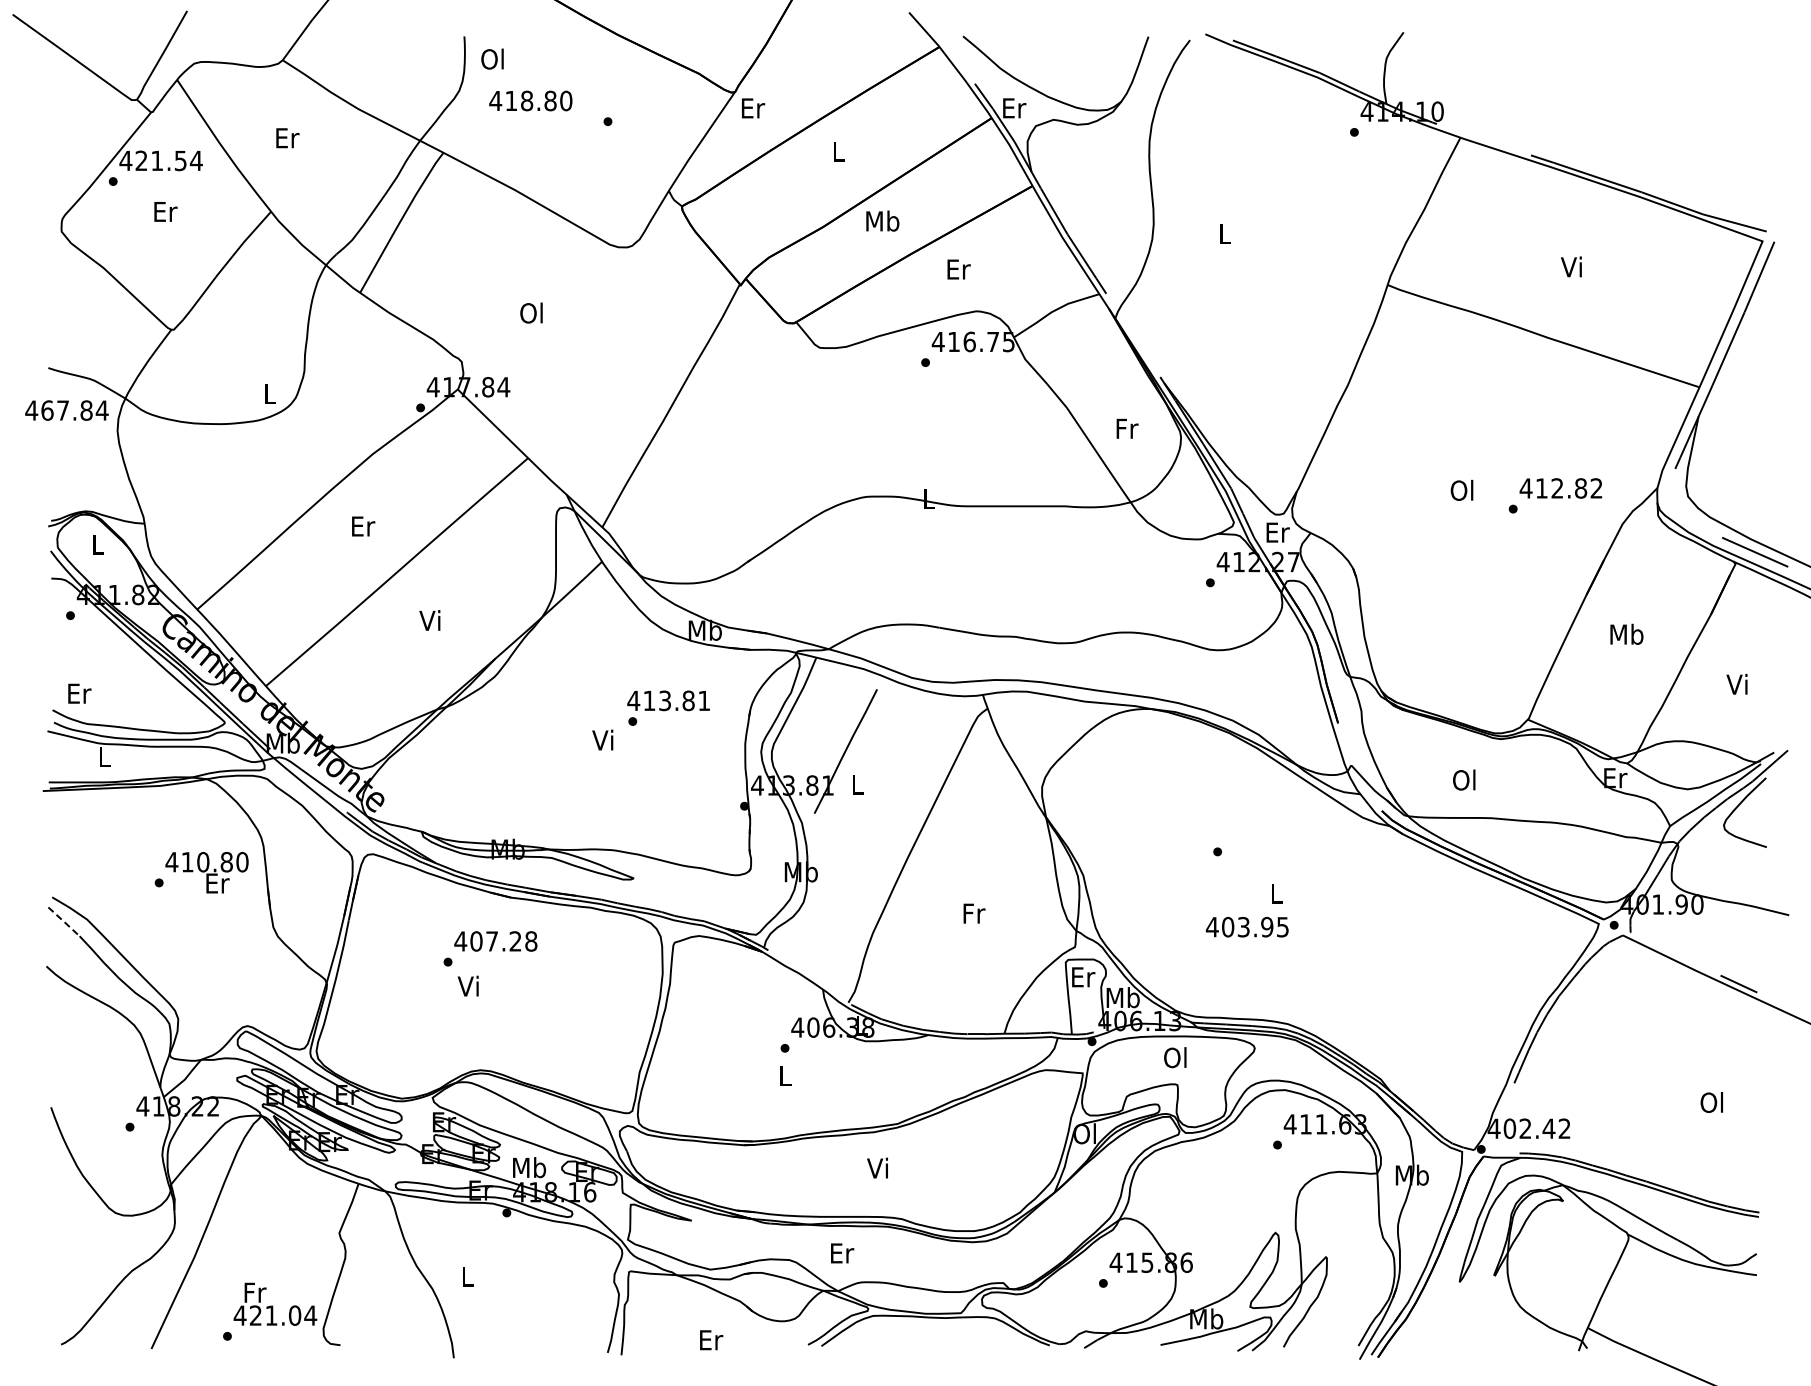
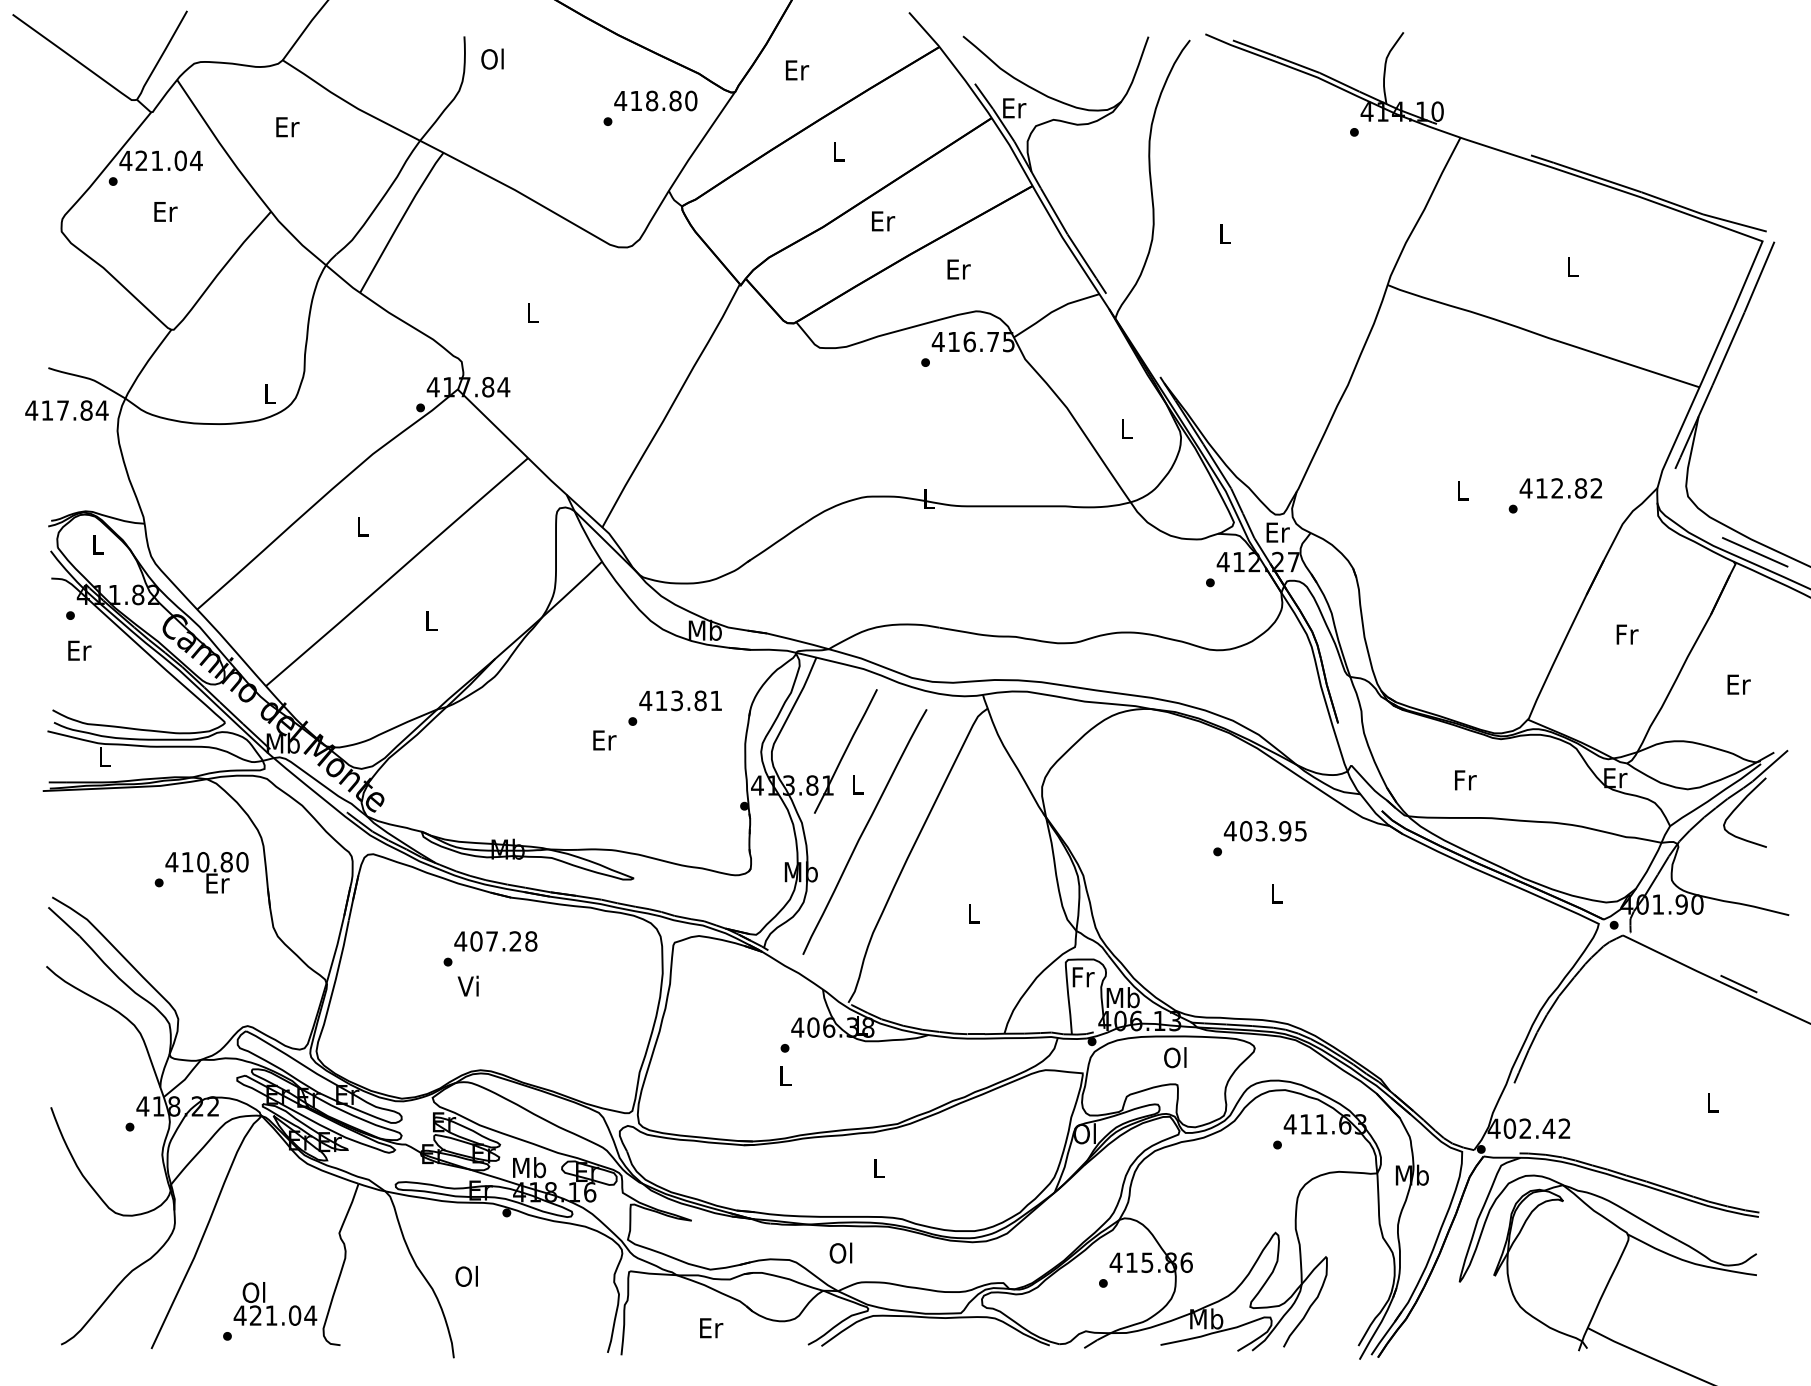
text at (530, 100) position: (530, 100) -> (655, 100)
text at (753, 108) position: (753, 108) -> (797, 70)
text at (287, 138) position: (287, 138) -> (287, 127)
text at (180, 160): 421.54 -> 421.04
text at (882, 220): Mb -> Er
text at (1570, 266): Vi -> L
text at (531, 312): Ol -> L
text at (47, 410): 467.84 -> 417.84
text at (1127, 428): Fr -> L
text at (1461, 489): Ol -> L
text at (363, 526): Er -> L
text at (429, 620): Vi -> L
text at (1626, 633): Mb -> Fr
text at (1738, 683): Vi -> Er
text at (79, 693) position: (79, 693) -> (79, 650)
text at (668, 700) position: (668, 700) -> (680, 700)
text at (604, 739): Vi -> Er
text at (1464, 779): Ol -> Fr
curve at (864, 831): none -> present
text at (974, 913): Fr -> L
line at (64, 921): dashed -> solid
text at (1246, 926) position: (1246, 926) -> (1264, 830)
text at (1083, 977): Er -> Fr
text at (1711, 1102): Ol -> L
text at (877, 1167): Vi -> L
text at (841, 1252): Er -> Ol
text at (466, 1275): L -> Ol
text at (254, 1292): Fr -> Ol
text at (711, 1340) position: (711, 1340) -> (711, 1328)
